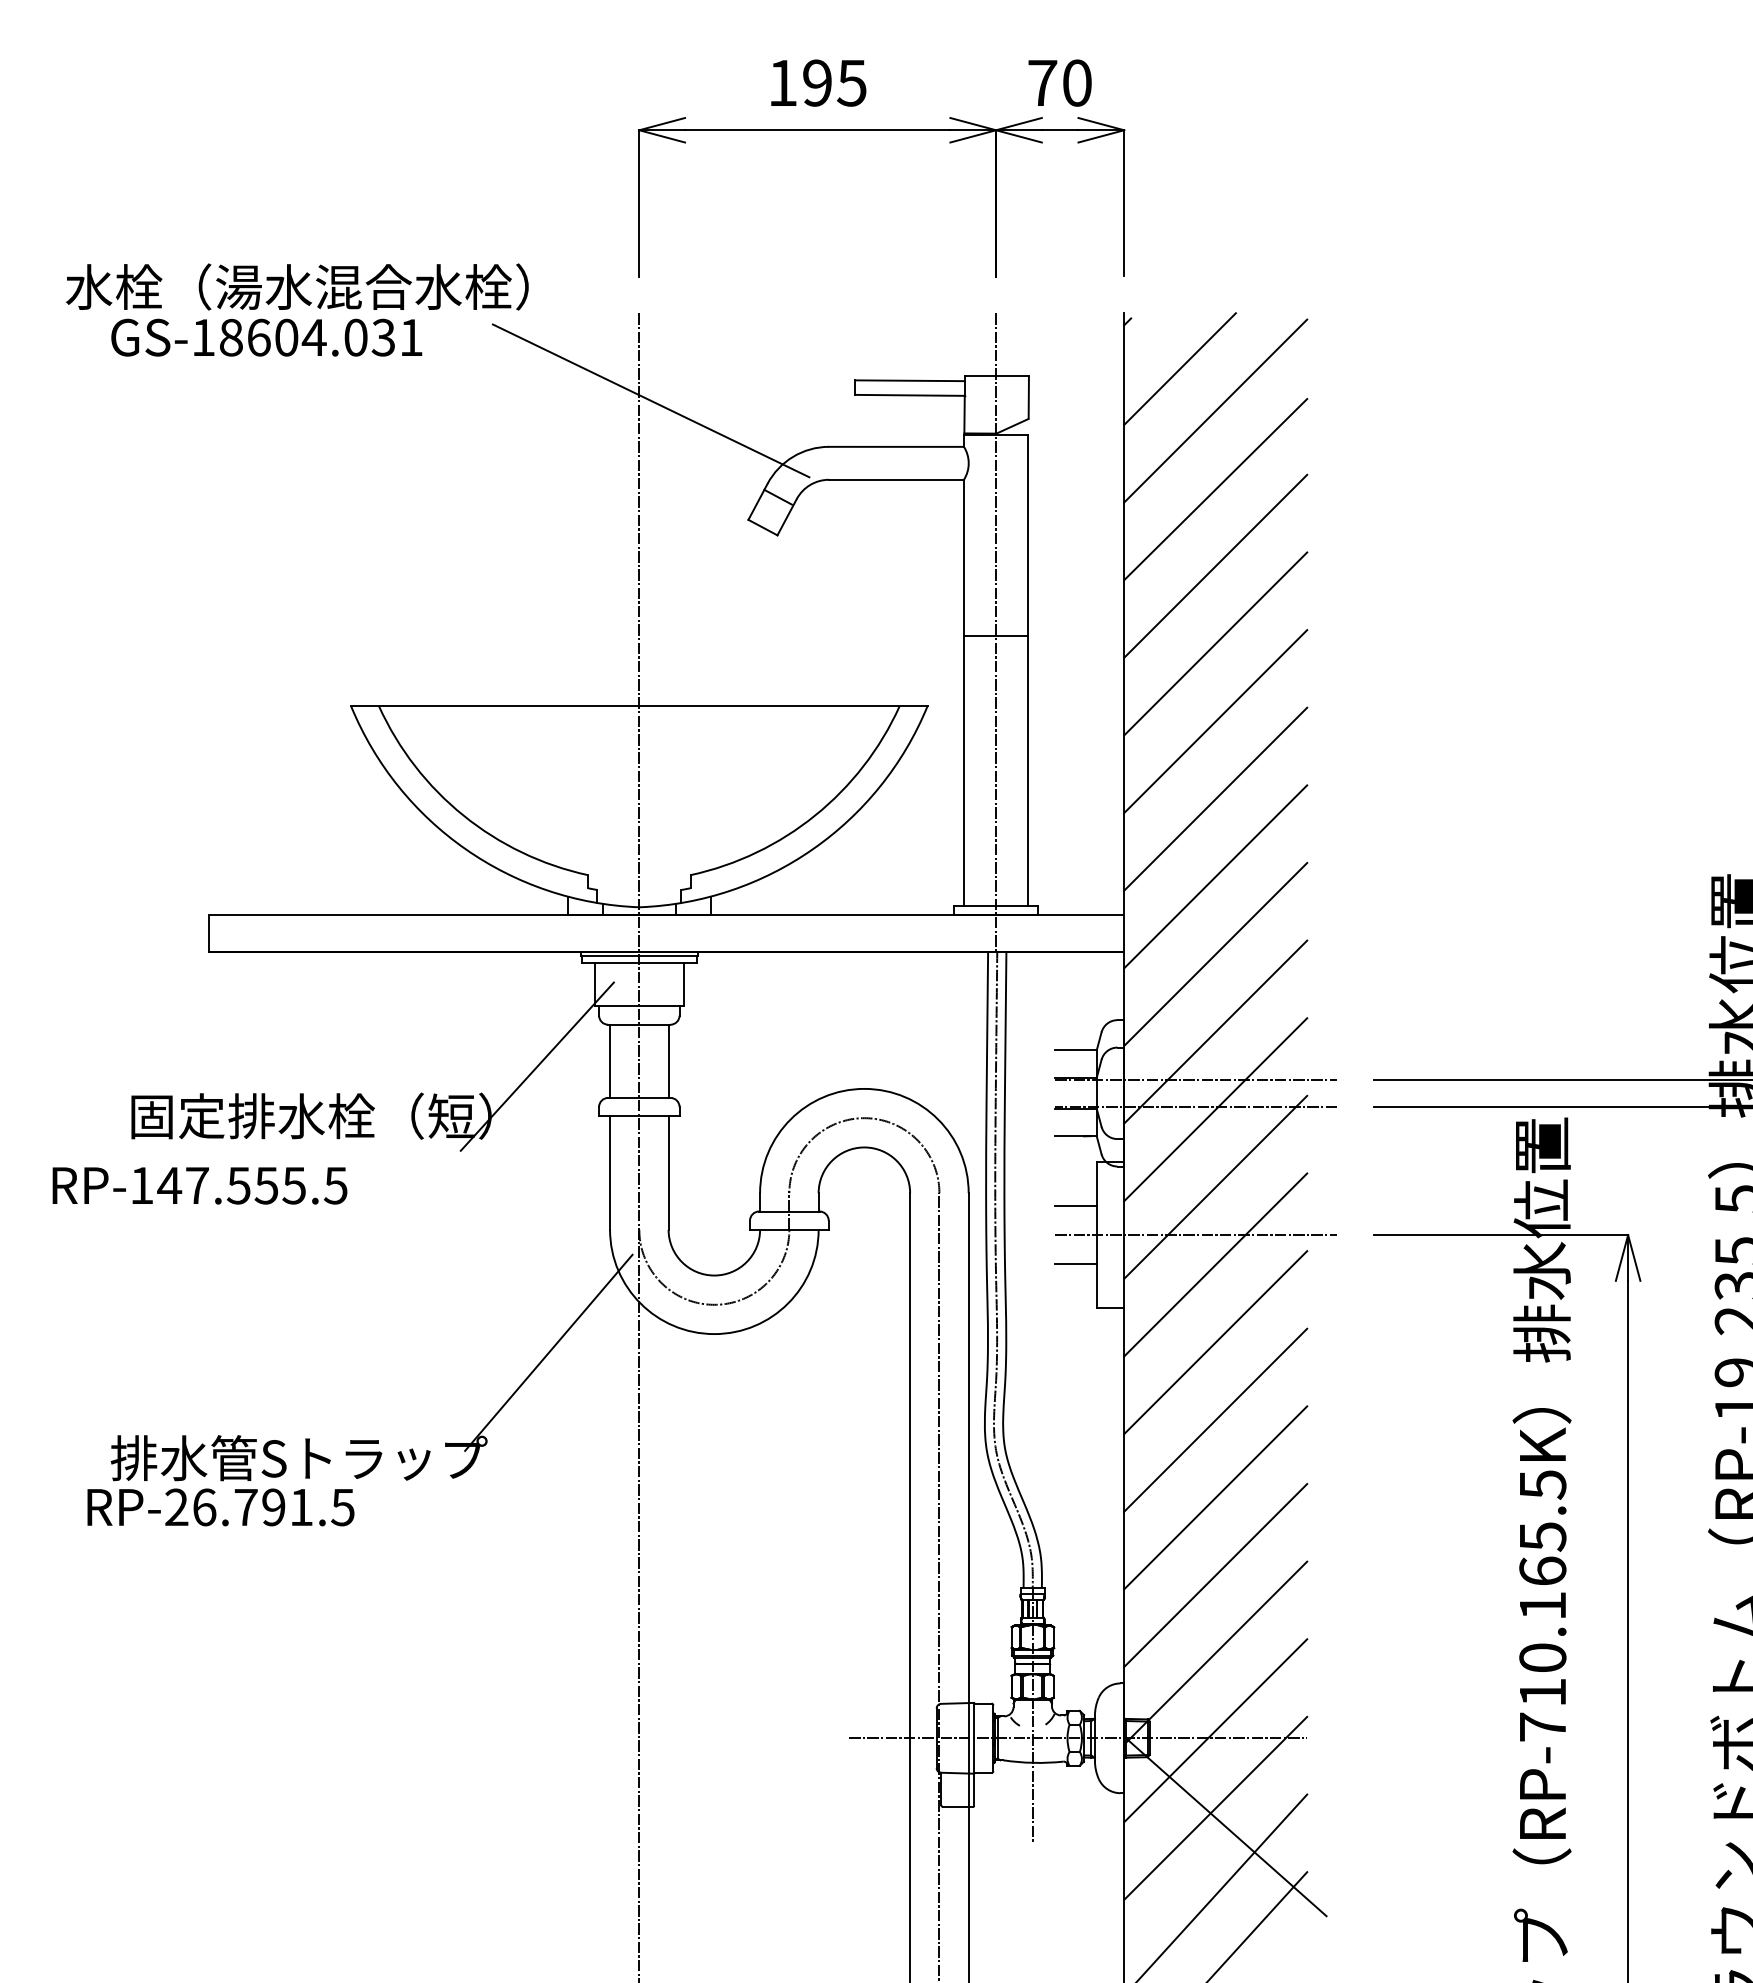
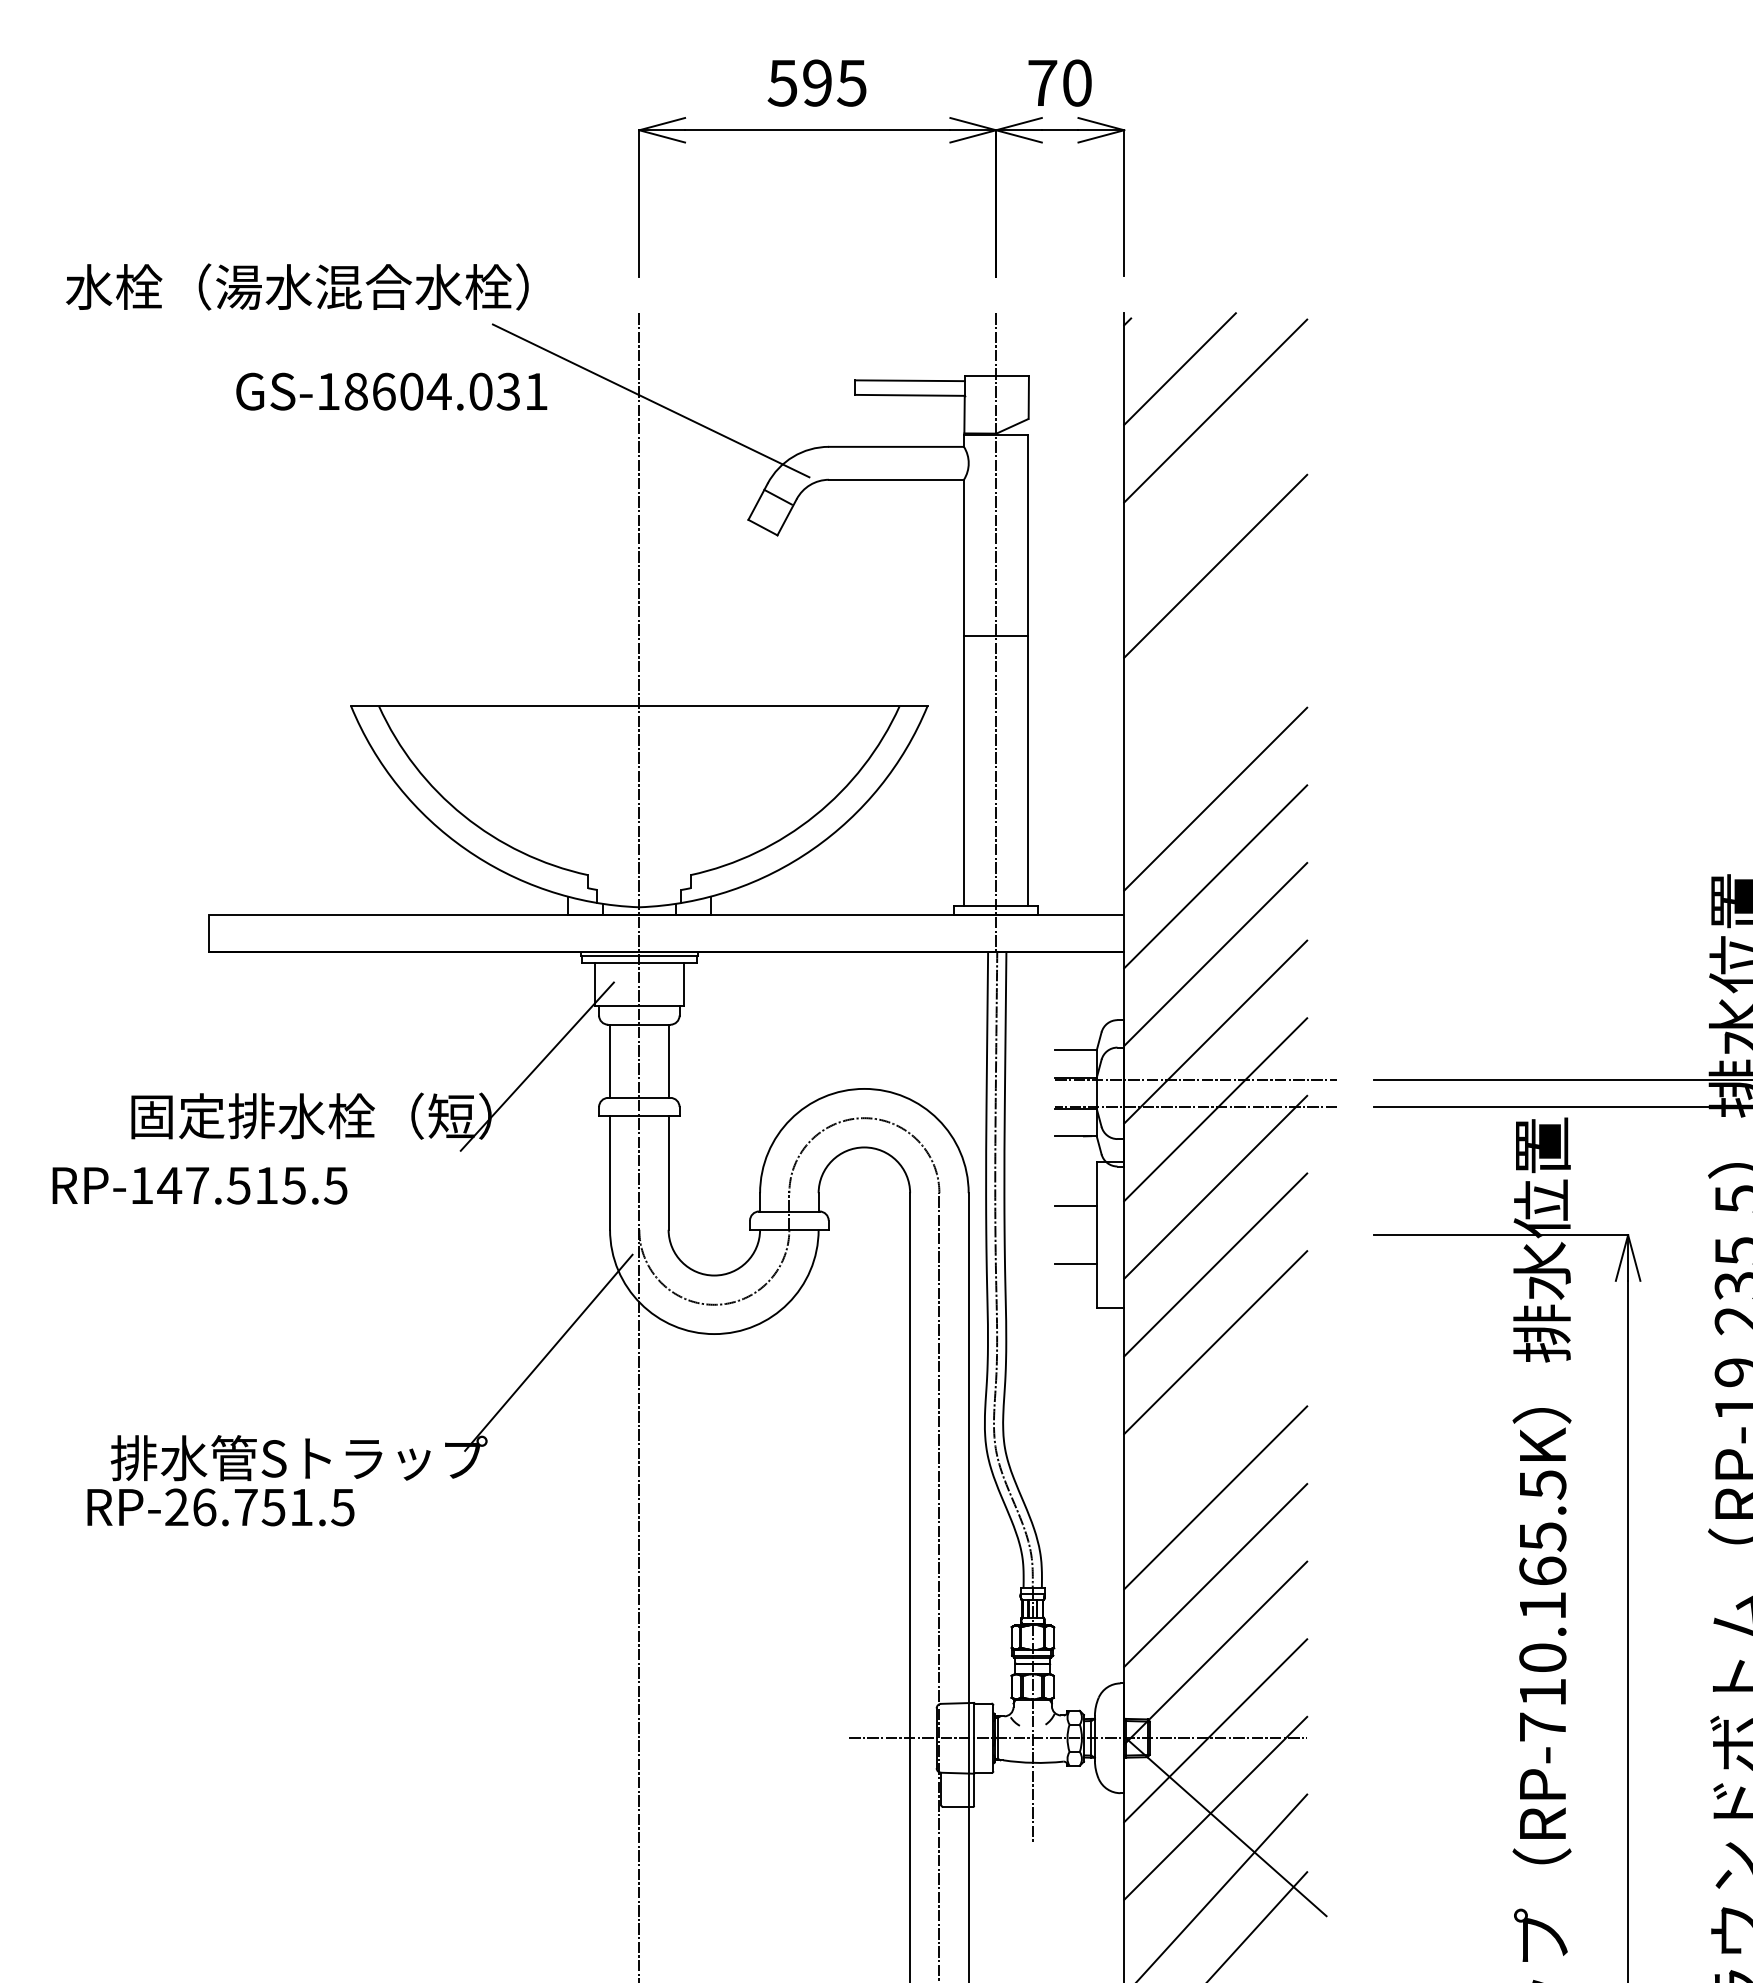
text at (782, 83): 195 -> 595
text at (266, 337) position: (266, 337) -> (391, 391)
line at (1215, 489): present -> none
line at (1215, 643): present -> none
line at (1215, 721): present -> none
text at (265, 1185): RP-147.555.5 -> RP-147.515.5
line at (1196, 1235): present -> none
line at (1215, 1419): present -> none
text at (273, 1507): RP-26.791.5 -> RP-26.751.5
